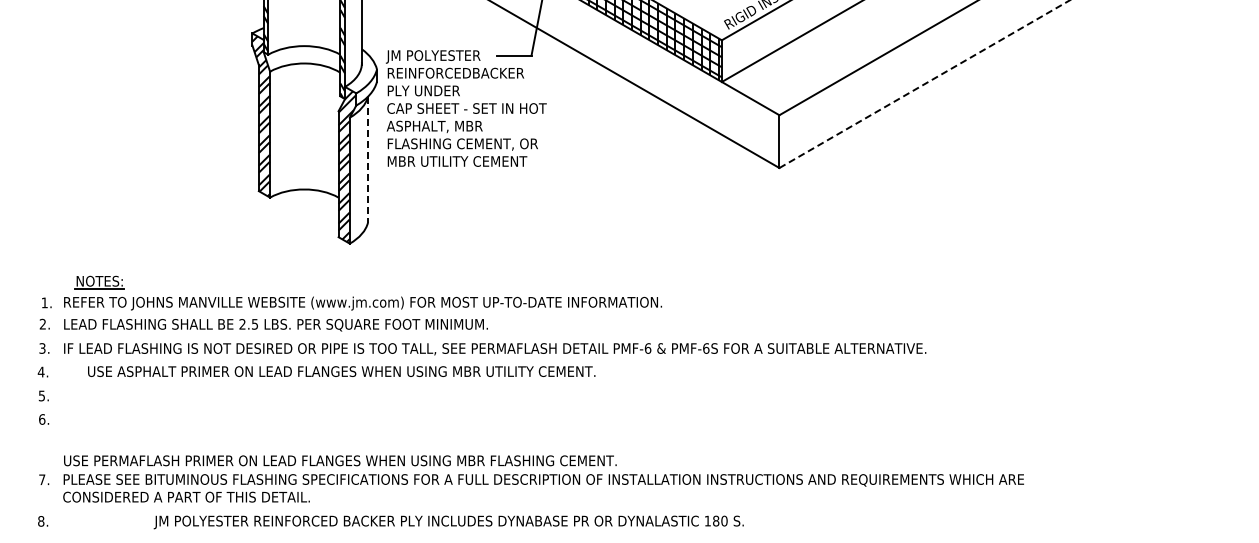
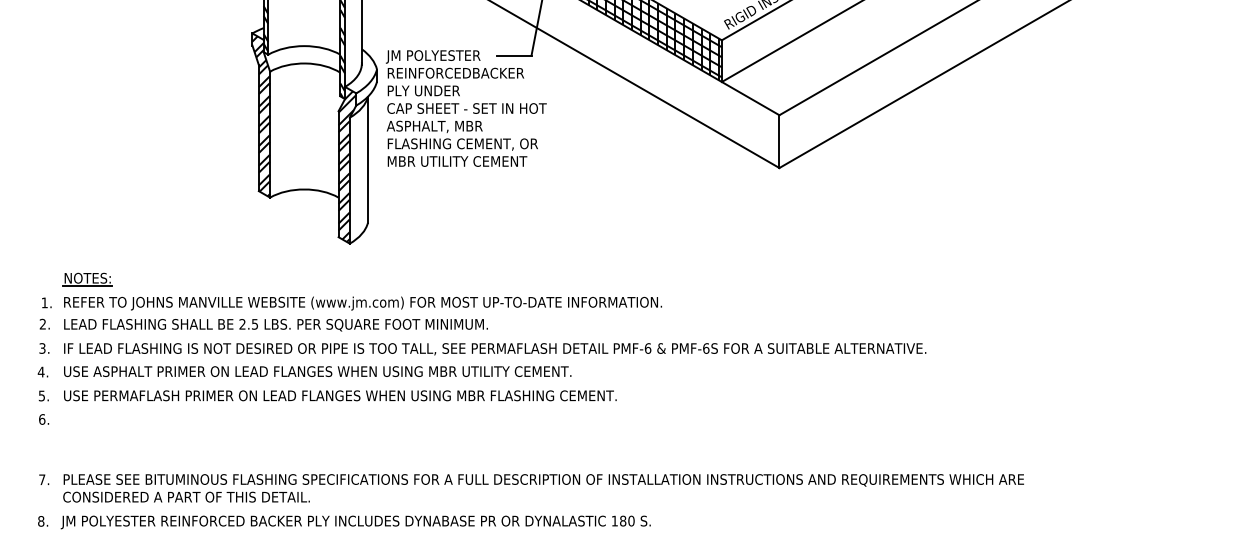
line at (924, 84): dashed -> solid
line at (368, 159): dashed -> solid
part at (99, 282) position: (99, 282) -> (87, 279)
text at (341, 371) position: (341, 371) -> (317, 371)
text at (340, 460) position: (340, 460) -> (340, 395)
text at (448, 522) position: (448, 522) -> (355, 522)
